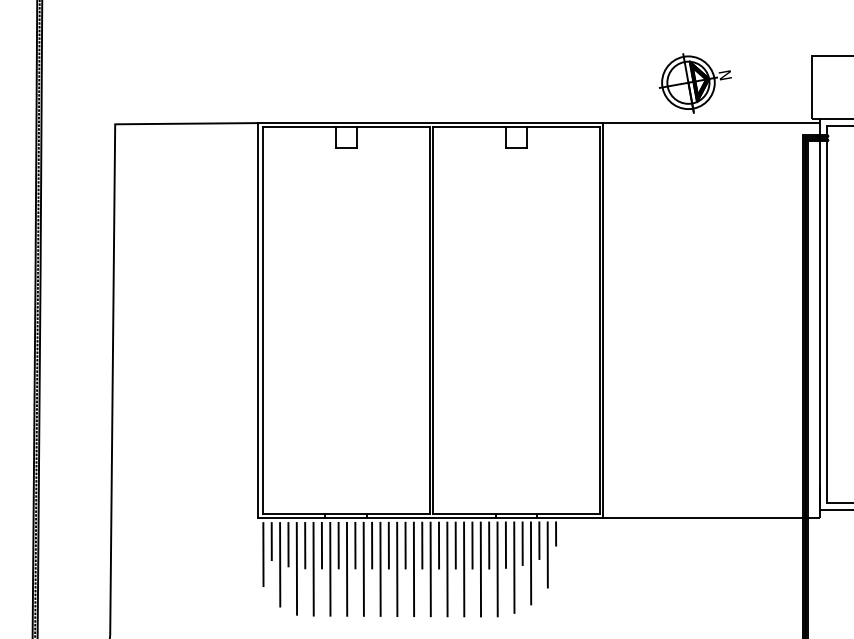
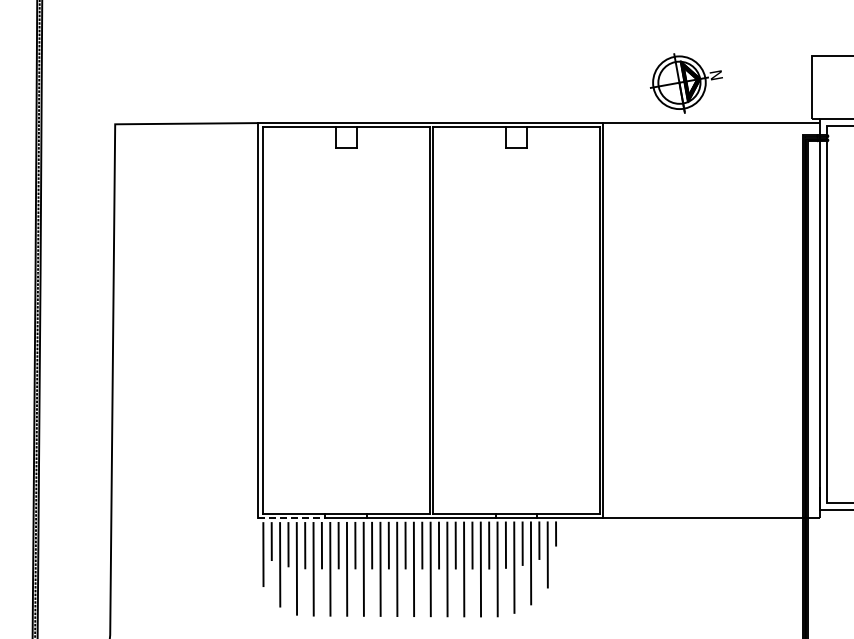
part at (694, 83) position: (694, 83) -> (685, 83)
line at (292, 518): solid -> dashed
